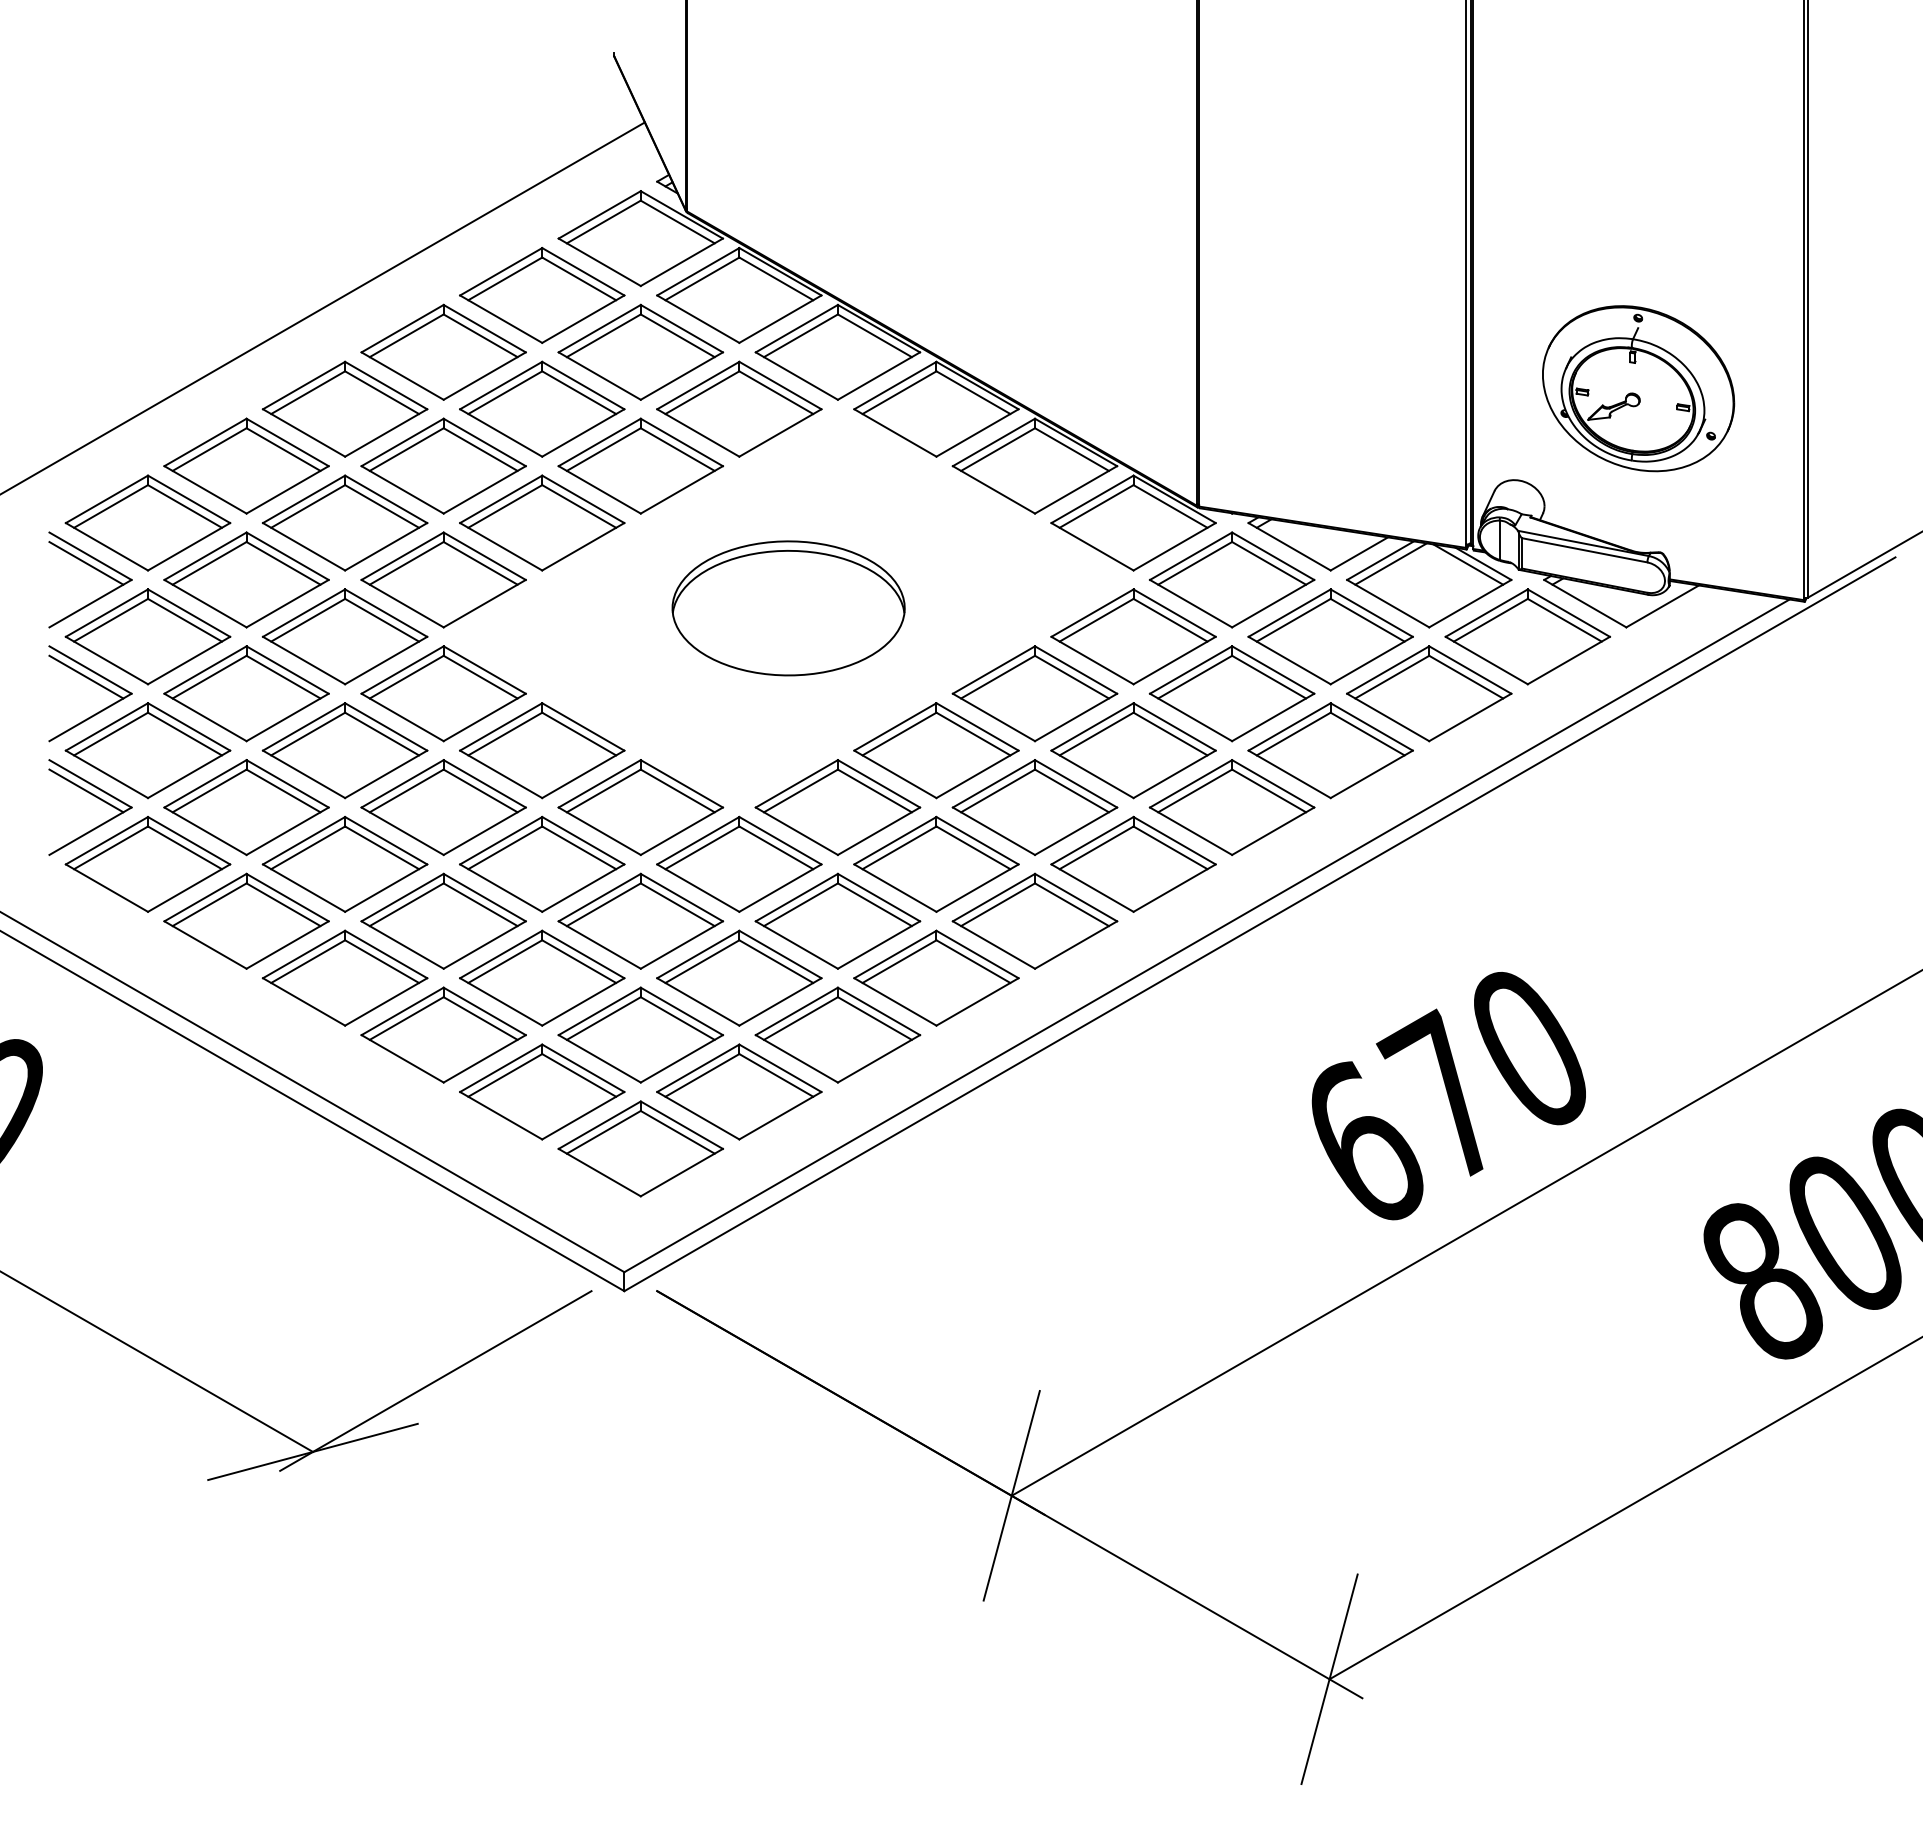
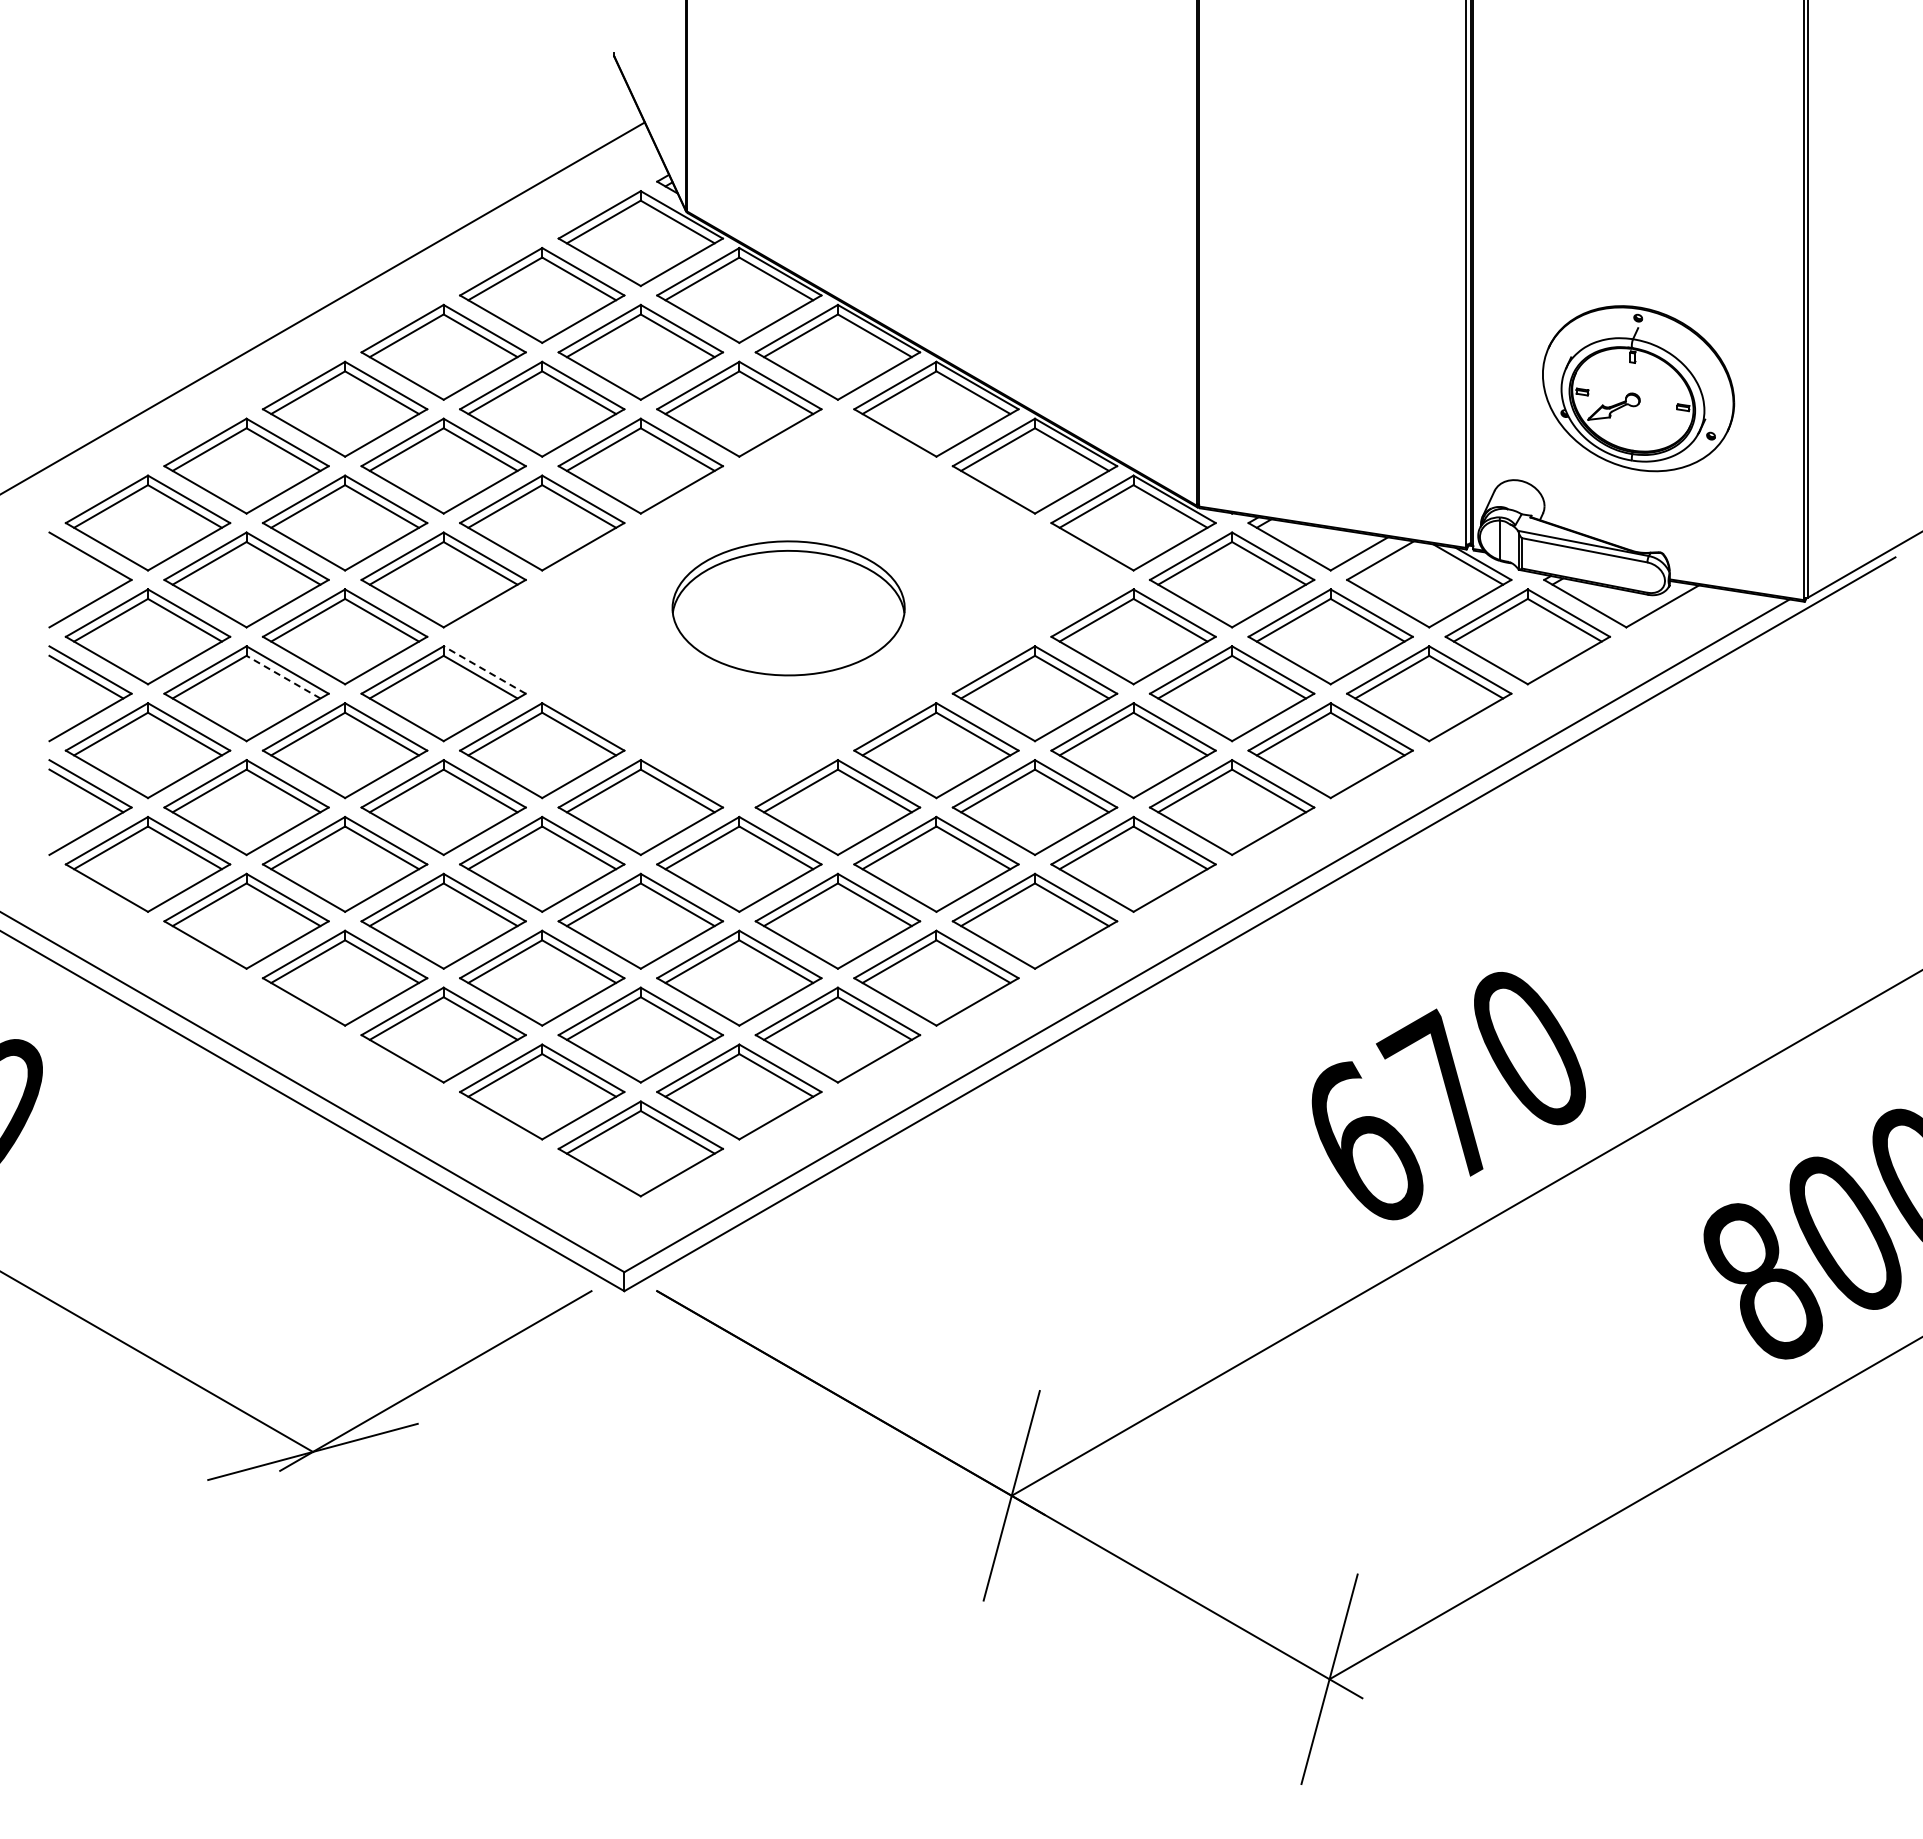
line at (86, 563): present -> none
line at (1390, 563): present -> none
line at (484, 669): solid -> dashed
line at (283, 677): solid -> dashed
